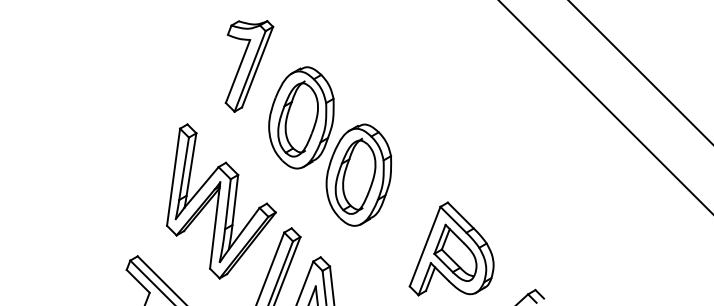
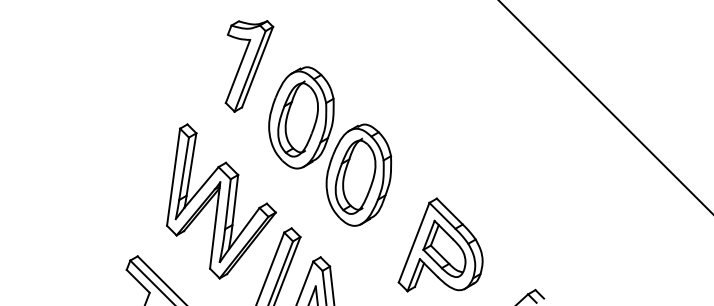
line at (640, 72): present -> none
part at (451, 248) position: (451, 248) -> (440, 244)
